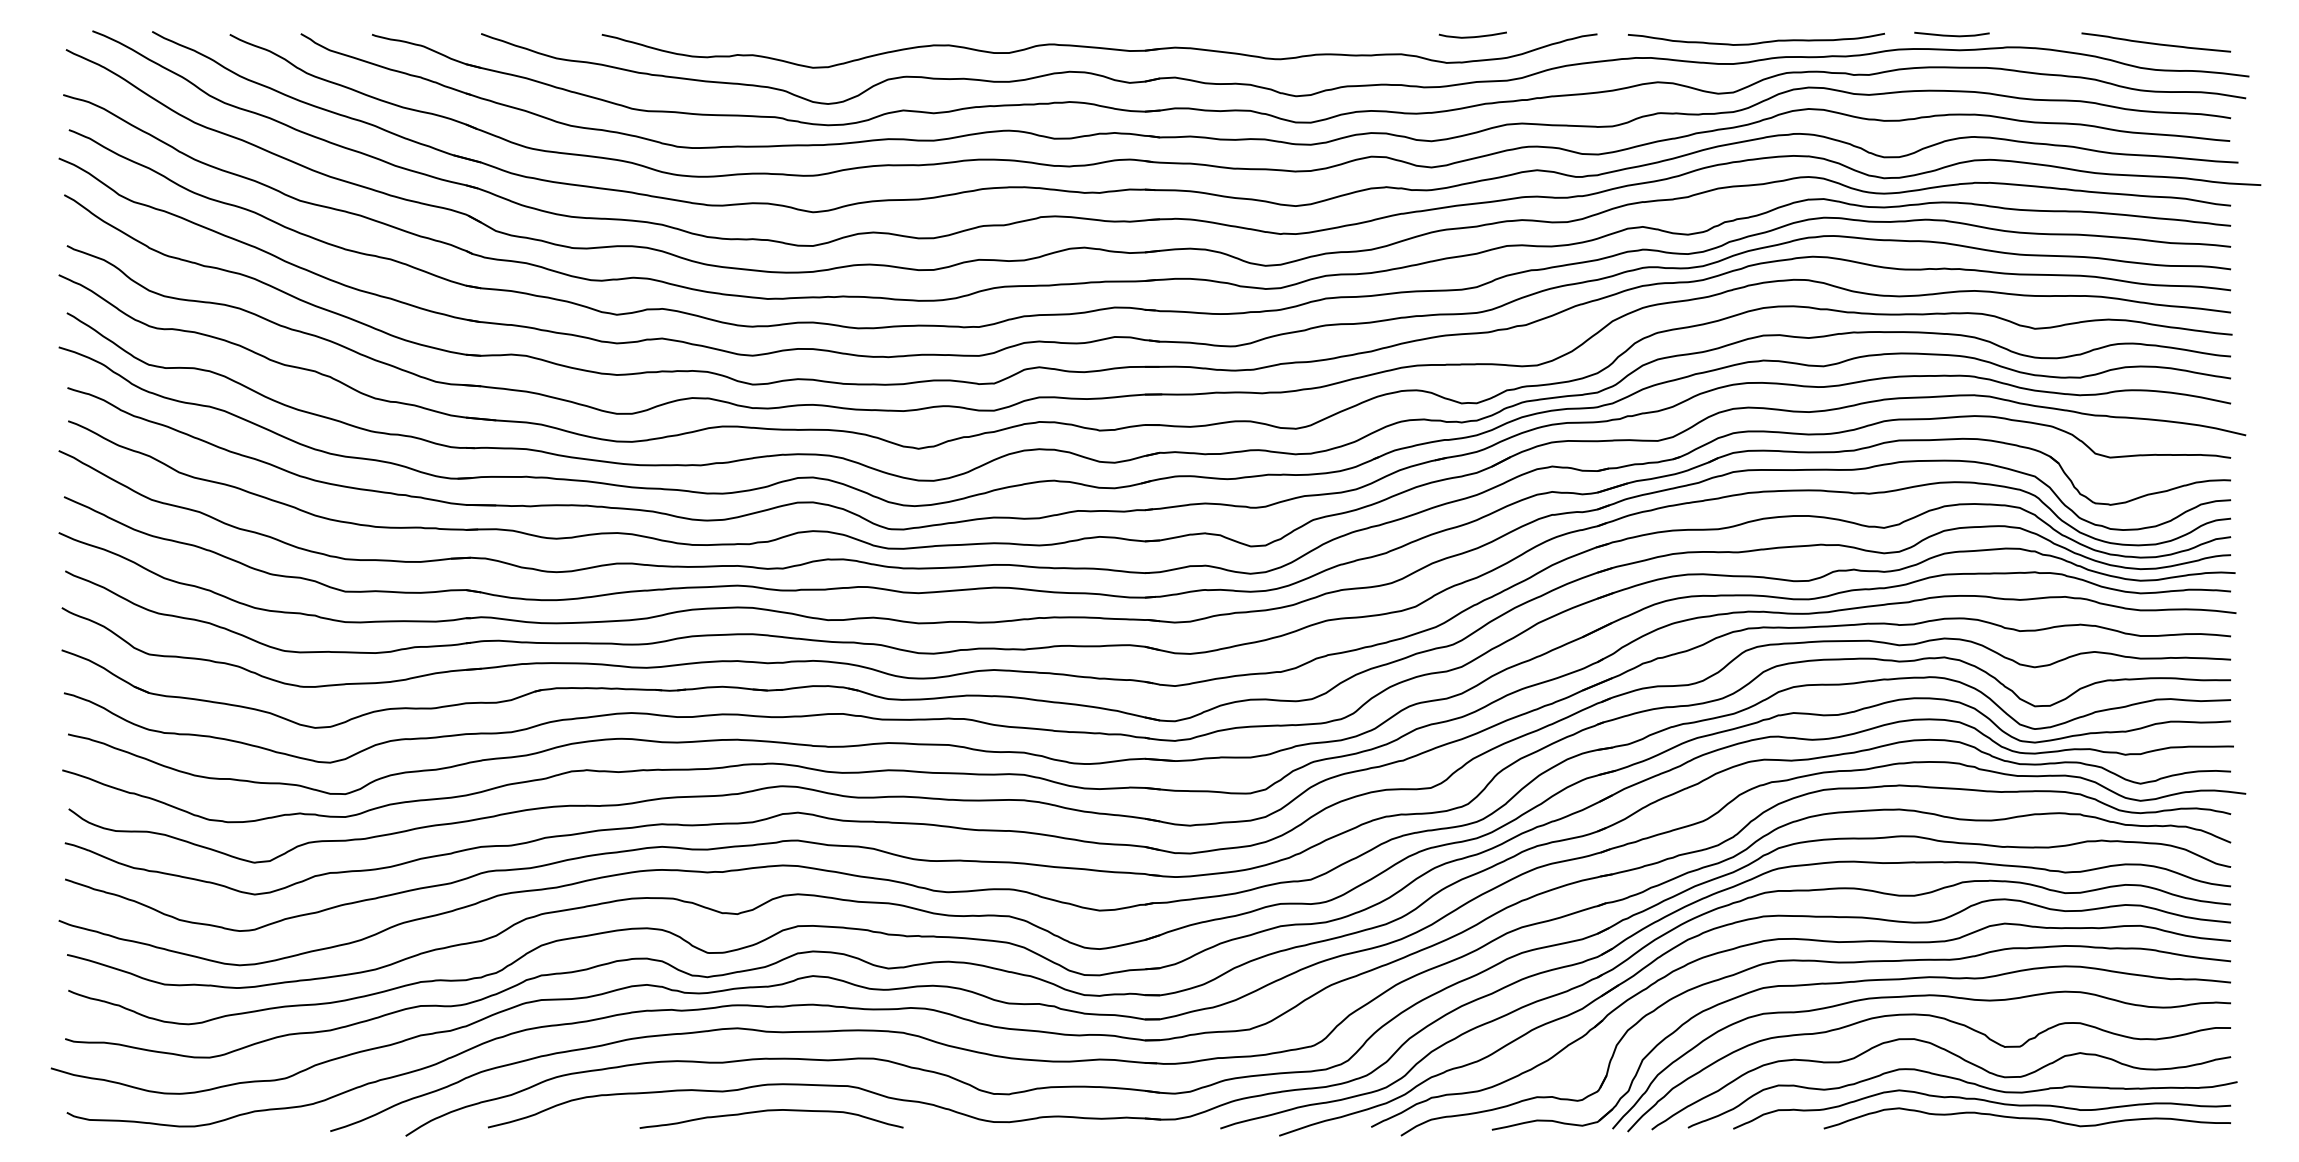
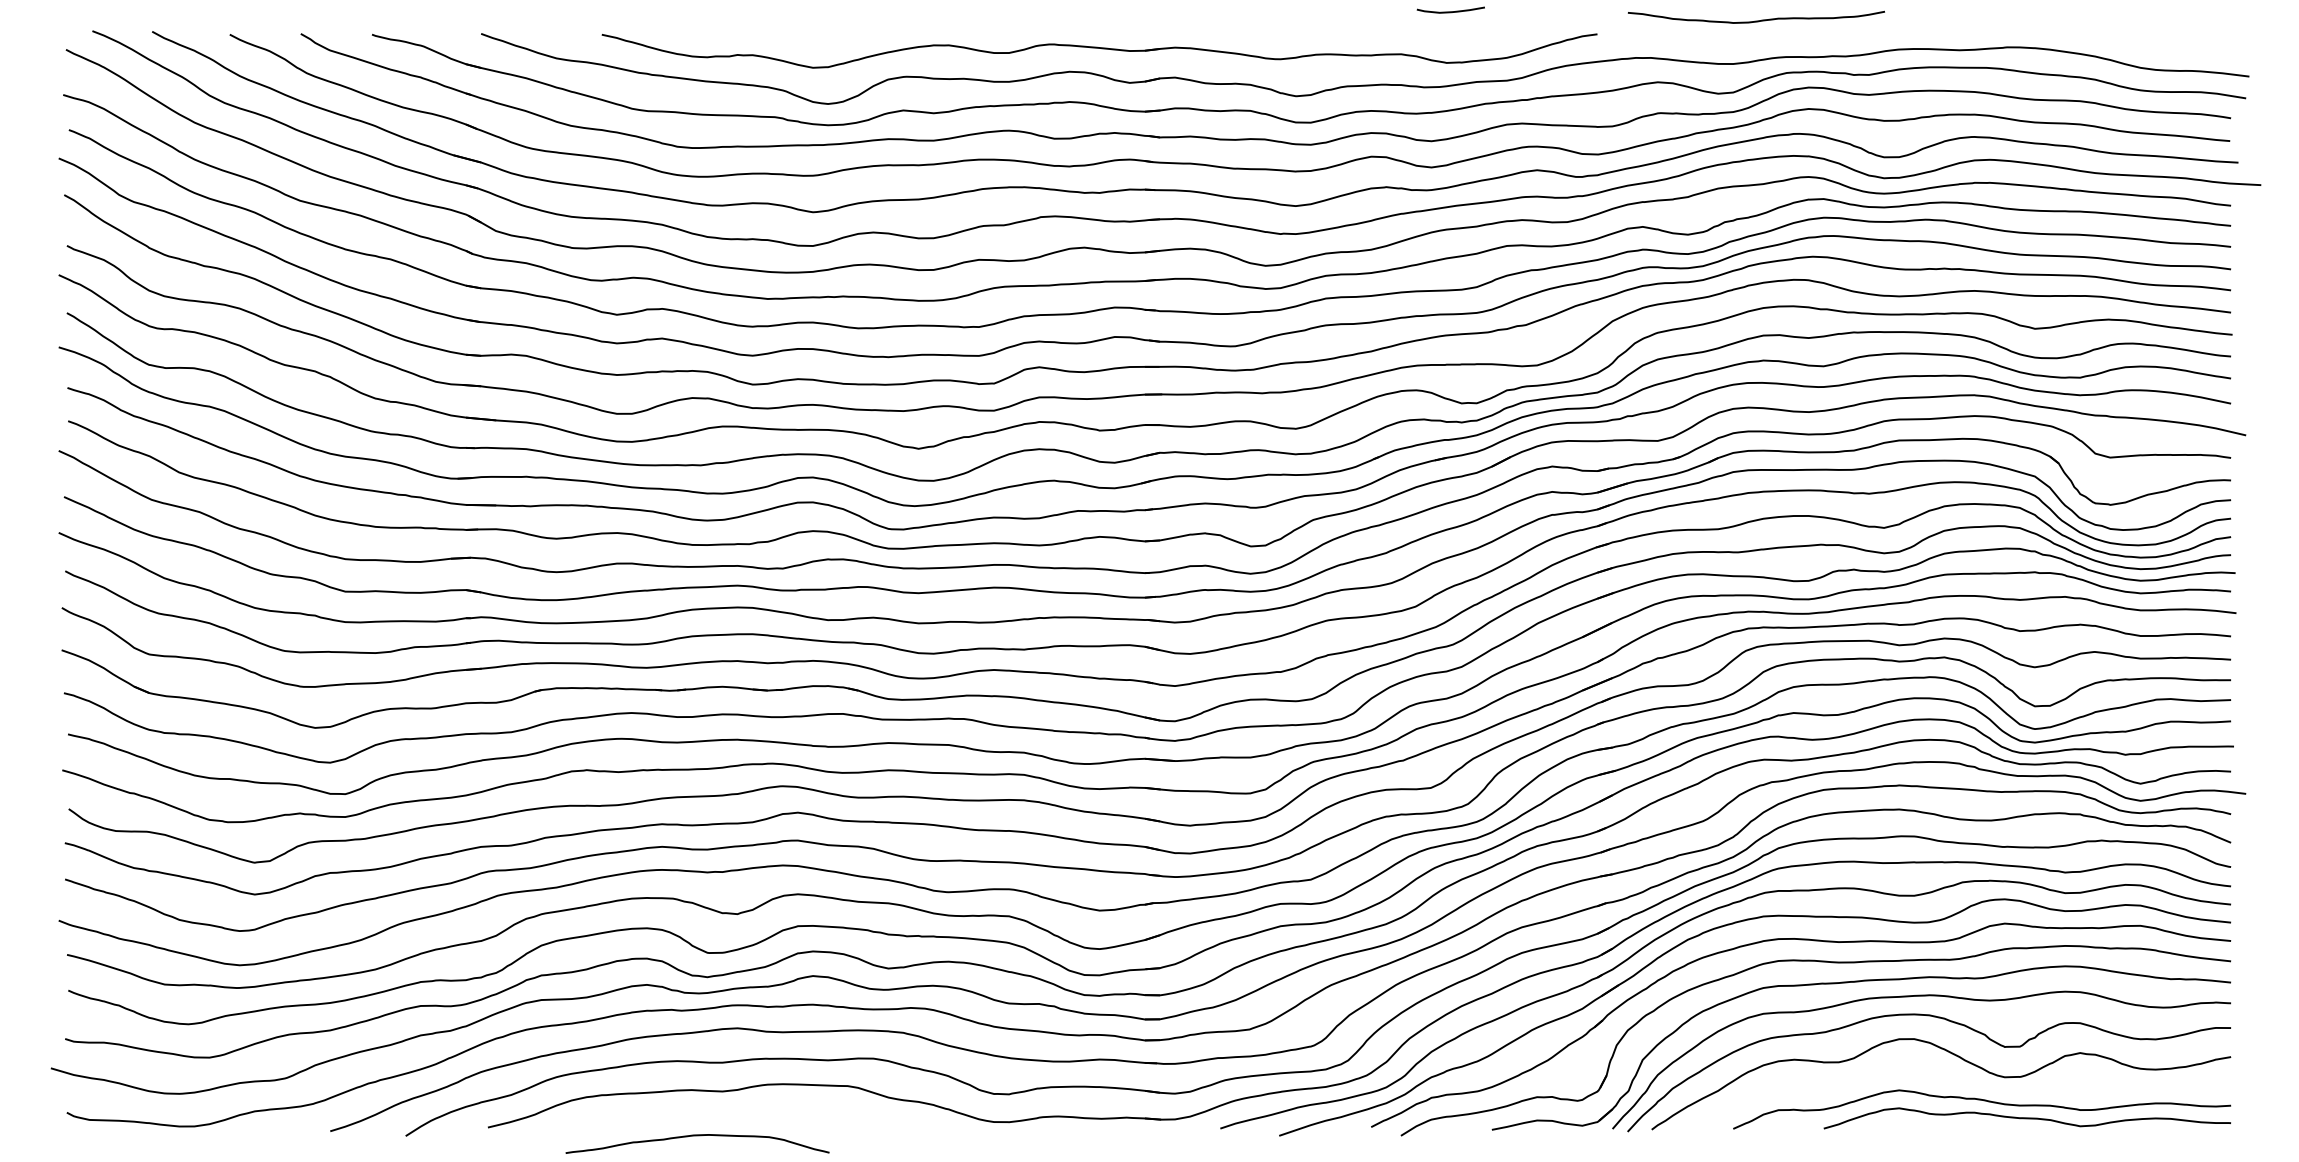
line at (1951, 35): present -> none
curve at (1472, 36) position: (1472, 36) -> (1450, 11)
curve at (1755, 42) position: (1755, 42) -> (1755, 20)
curve at (2156, 43): present -> none
curve at (1966, 1083): present -> none
curve at (771, 1111) position: (771, 1111) -> (697, 1136)
